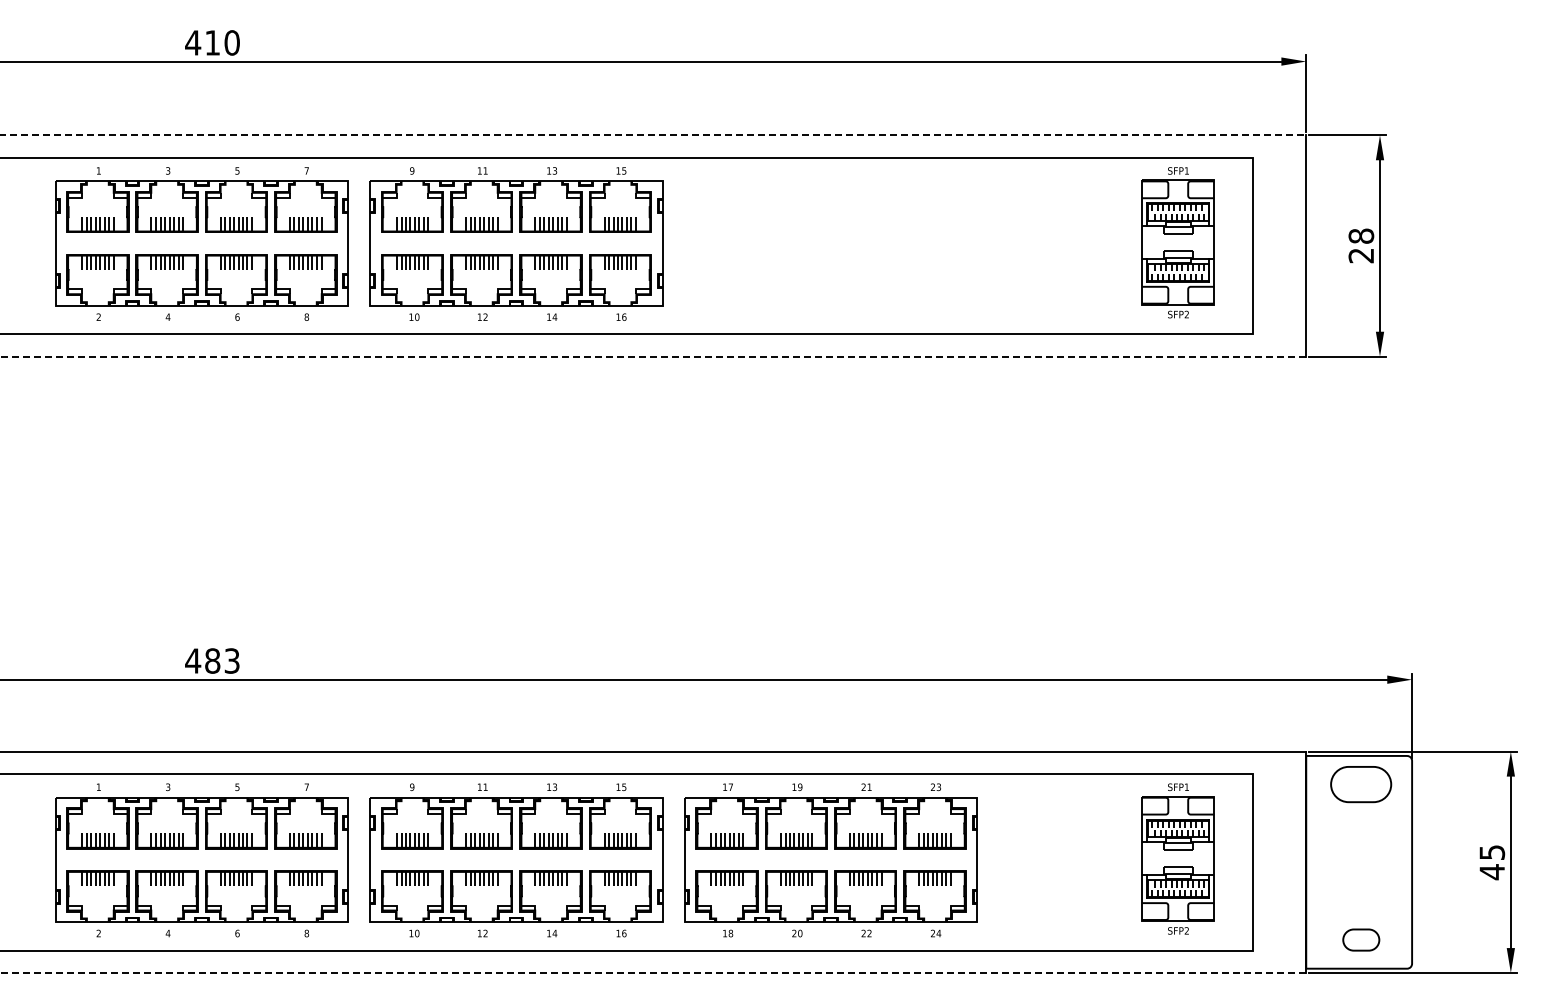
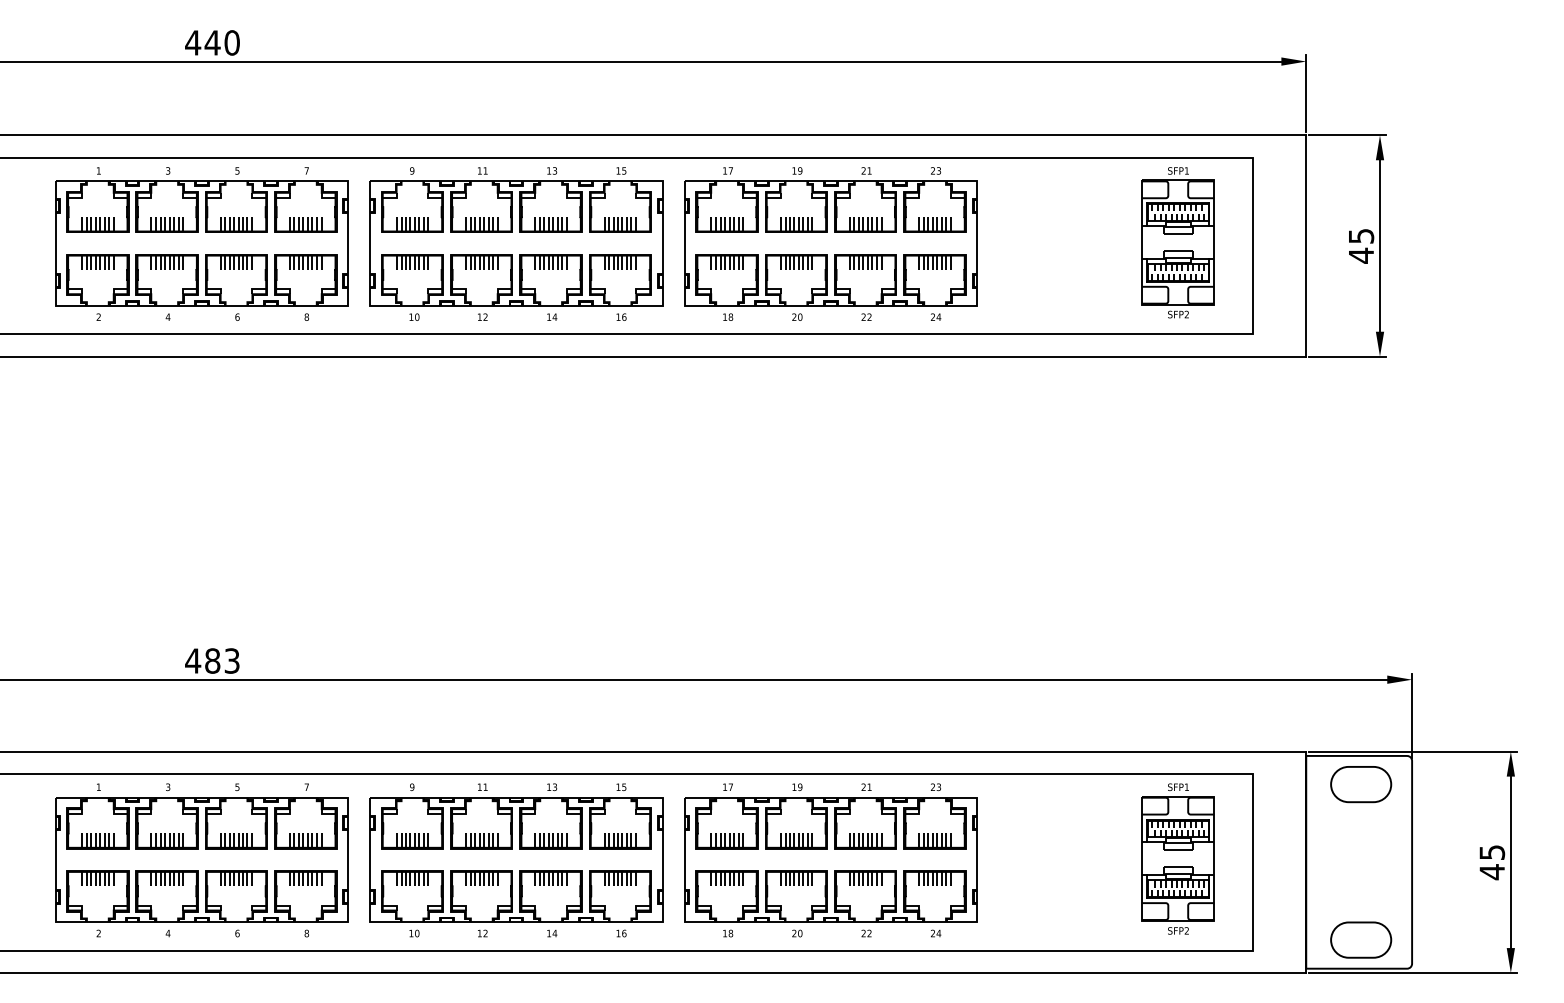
text at (212, 42): 410 -> 440
line at (653, 135): dashed -> solid
part at (830, 243): none -> present
text at (1361, 245): 28 -> 45
line at (653, 356): dashed -> solid
part at (1361, 939) size: 39x24 px -> 63x38 px
line at (653, 972): dashed -> solid
